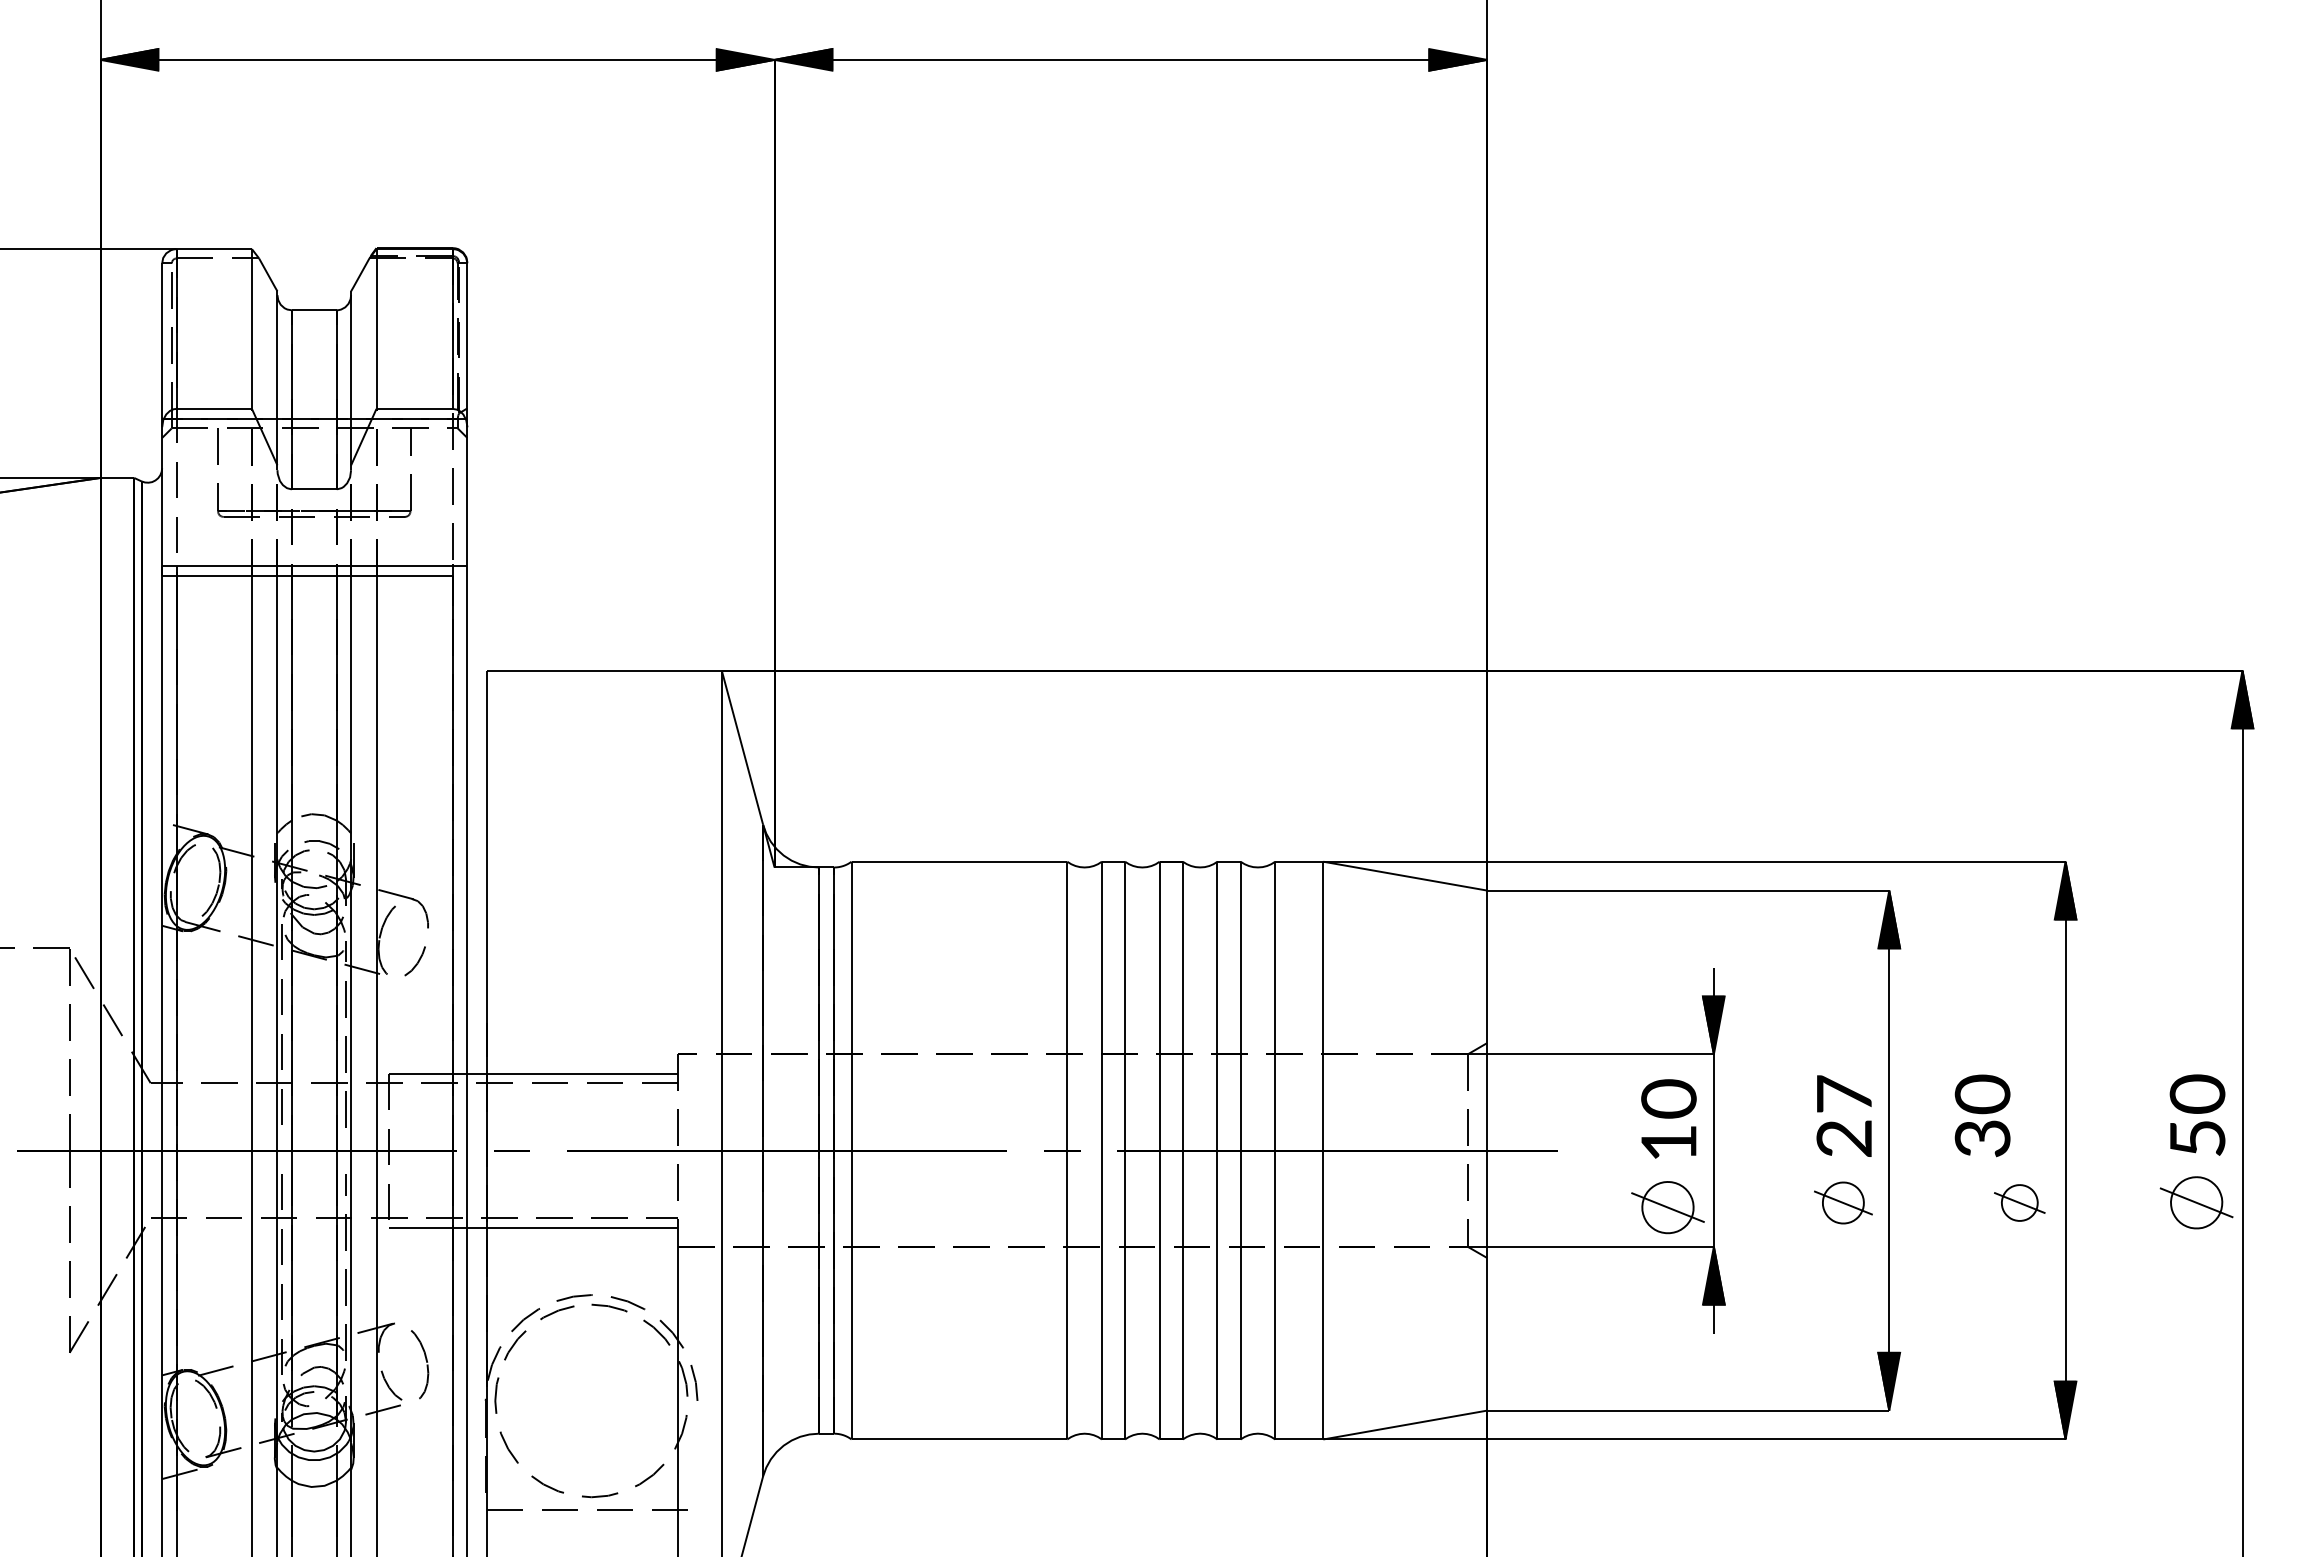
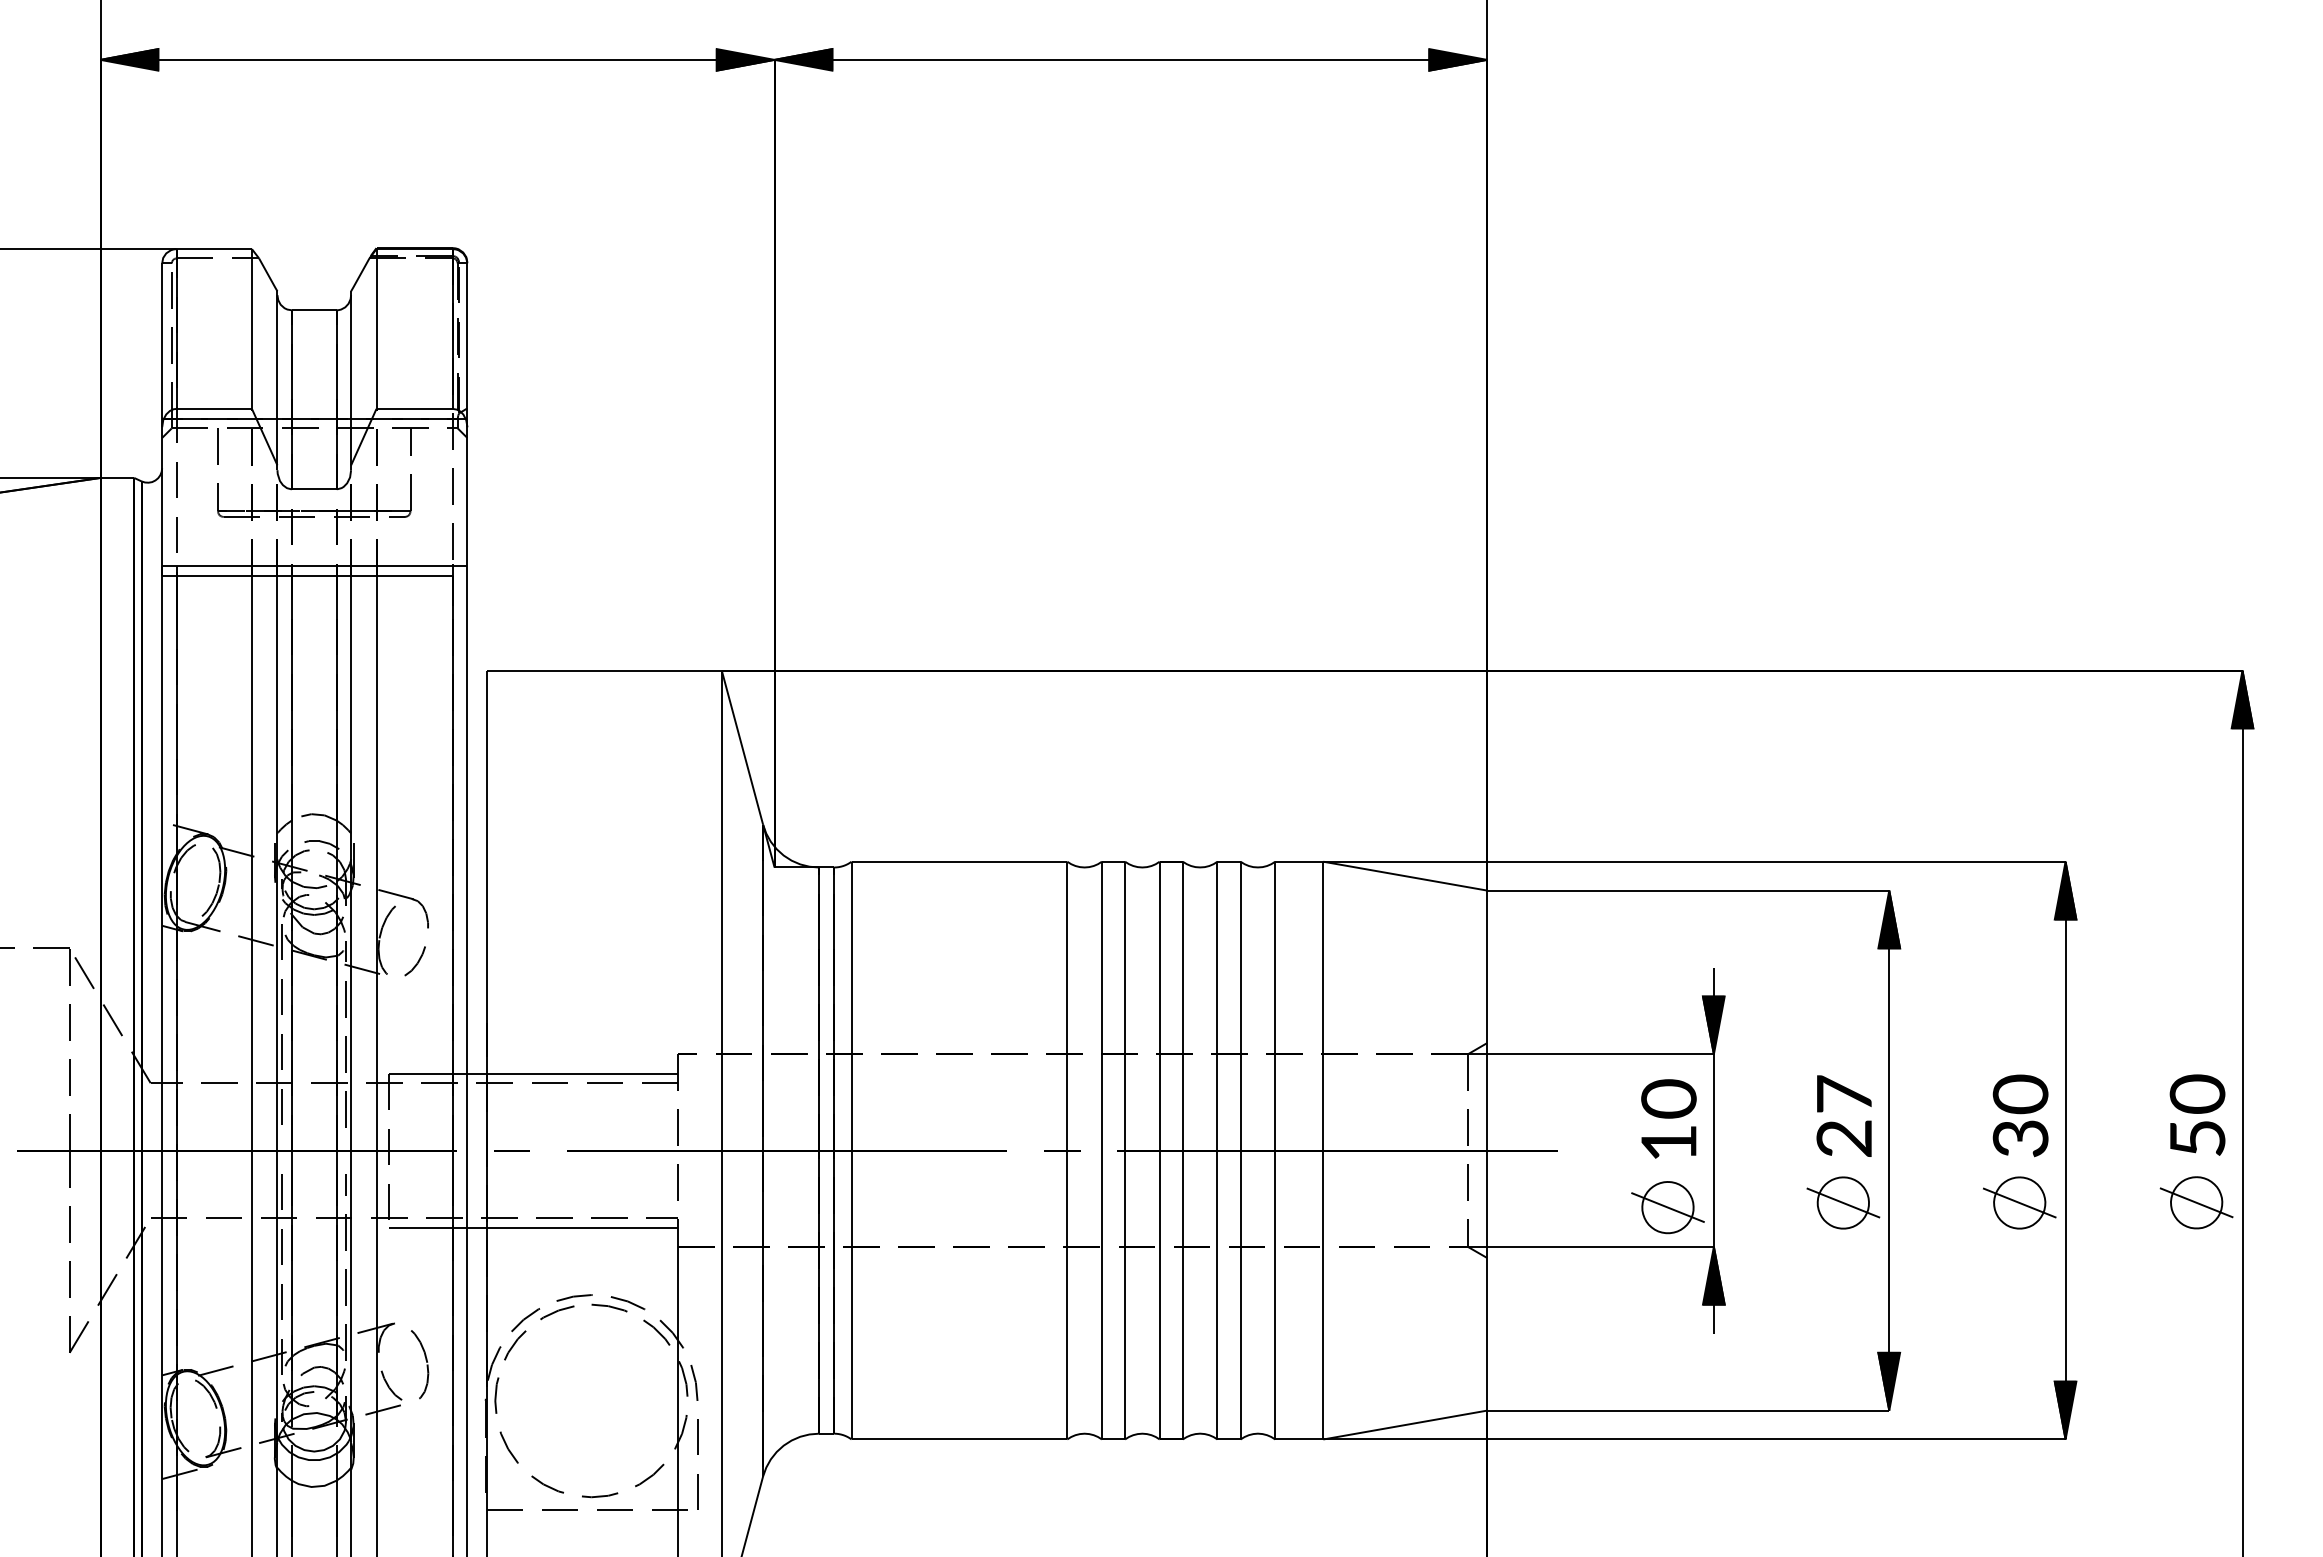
text at (1982, 1115) position: (1982, 1115) -> (2020, 1115)
part at (1843, 1202) size: 59x44 px -> 75x54 px
part at (2019, 1202) size: 52x38 px -> 74x54 px
line at (697, 1454): none -> present
